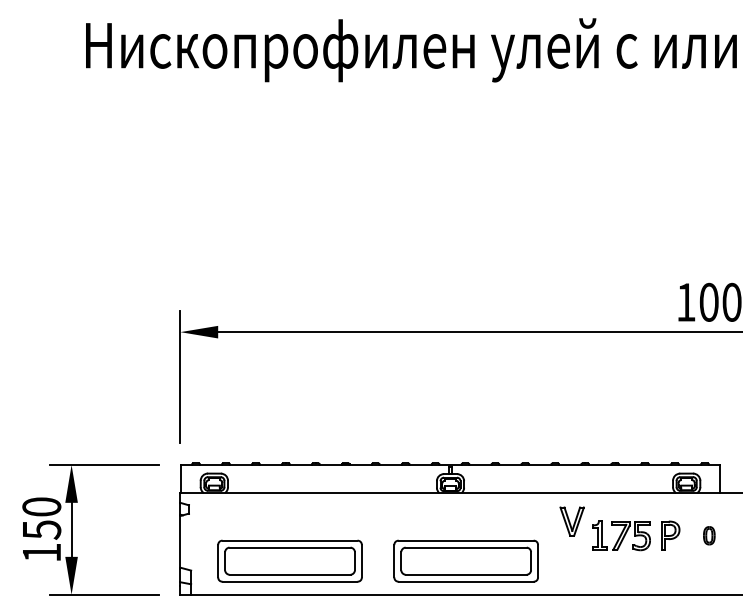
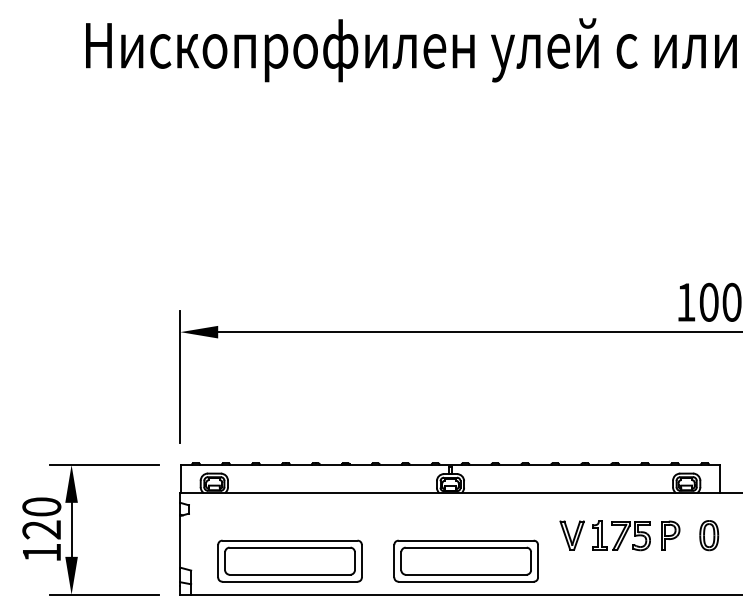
part at (571, 521) position: (571, 521) -> (571, 535)
text at (41, 529): 150 -> 120
part at (709, 535) size: 13x20 px -> 21x32 px
